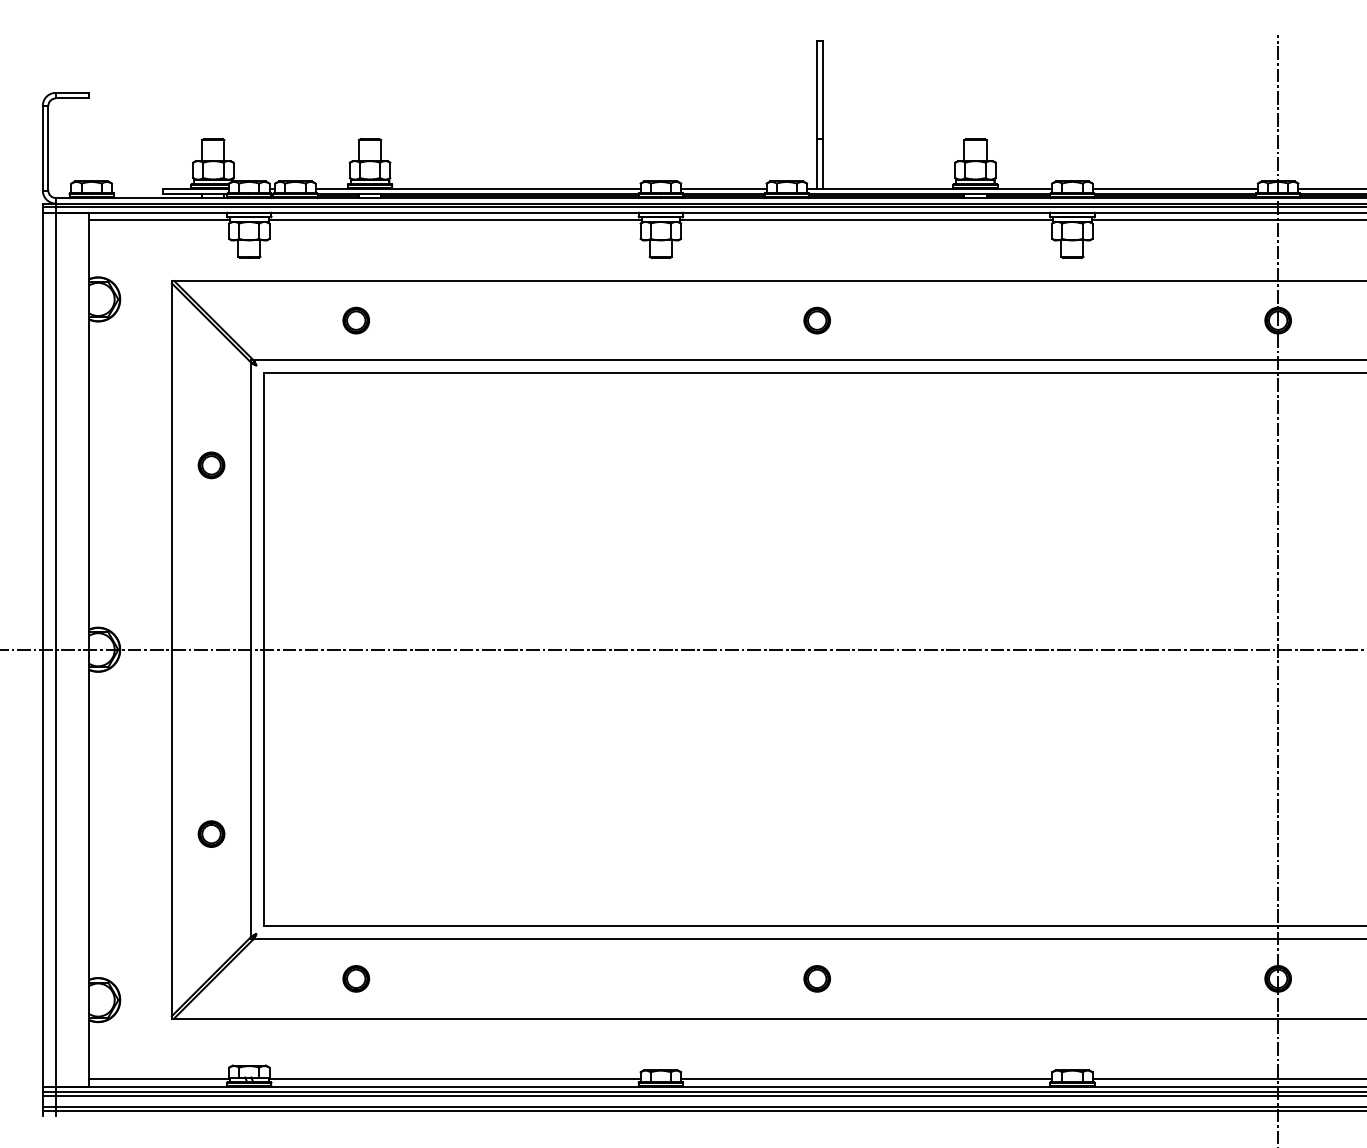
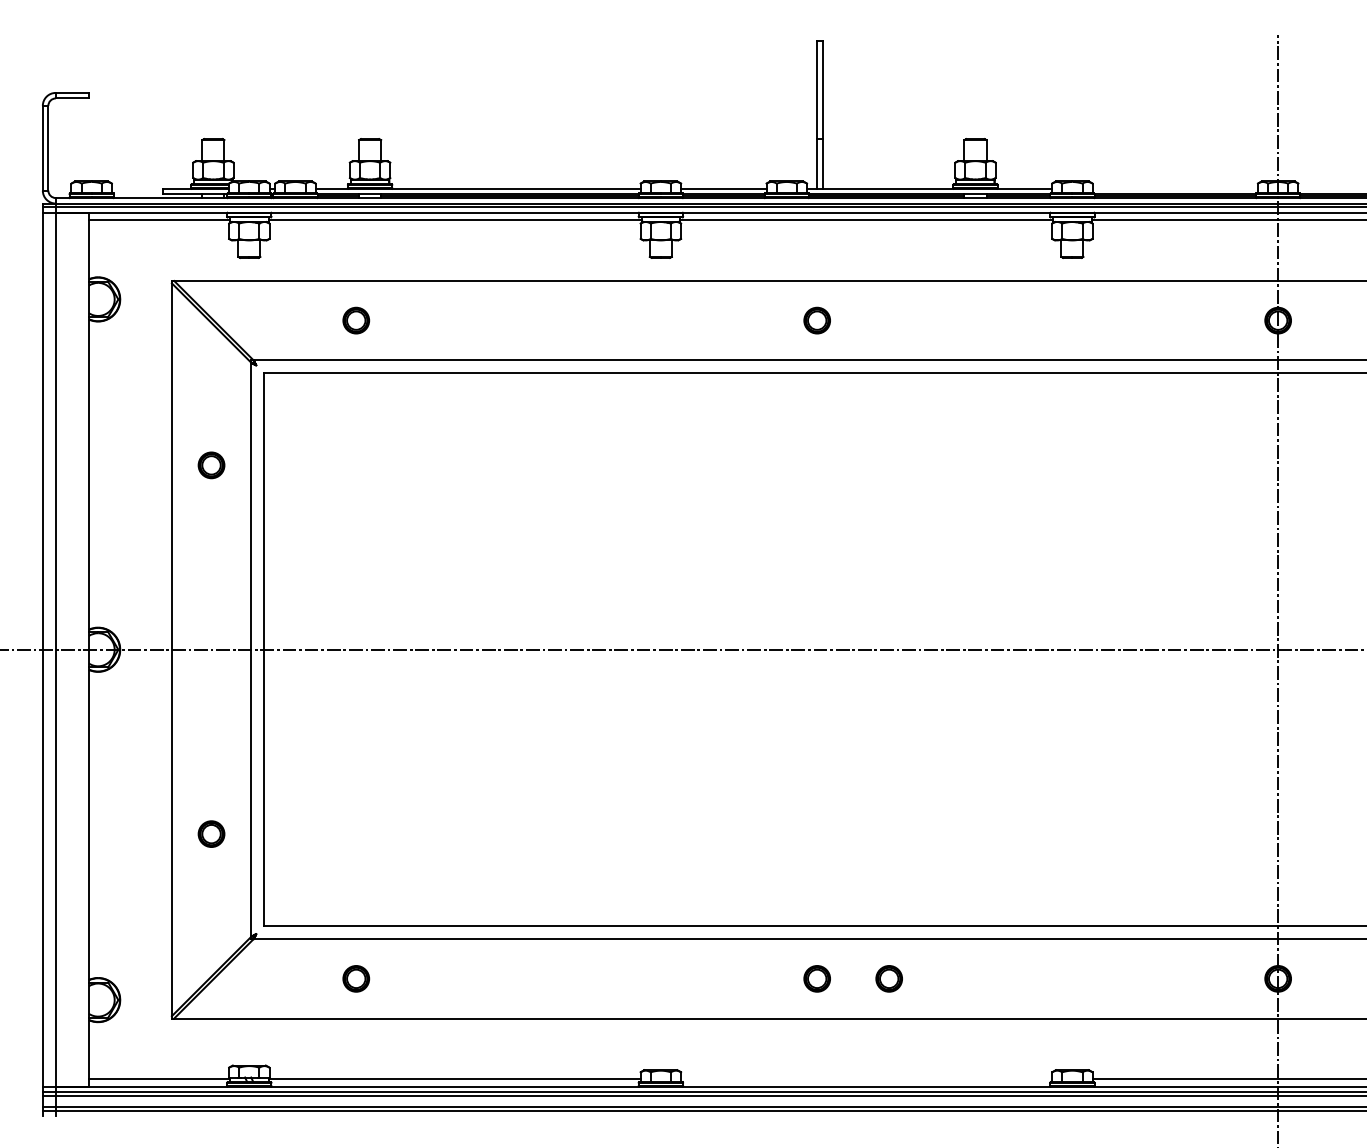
line at (1174, 188): present -> none
line at (1330, 188): present -> none
part at (888, 978): none -> present
line at (866, 1079): present -> none
